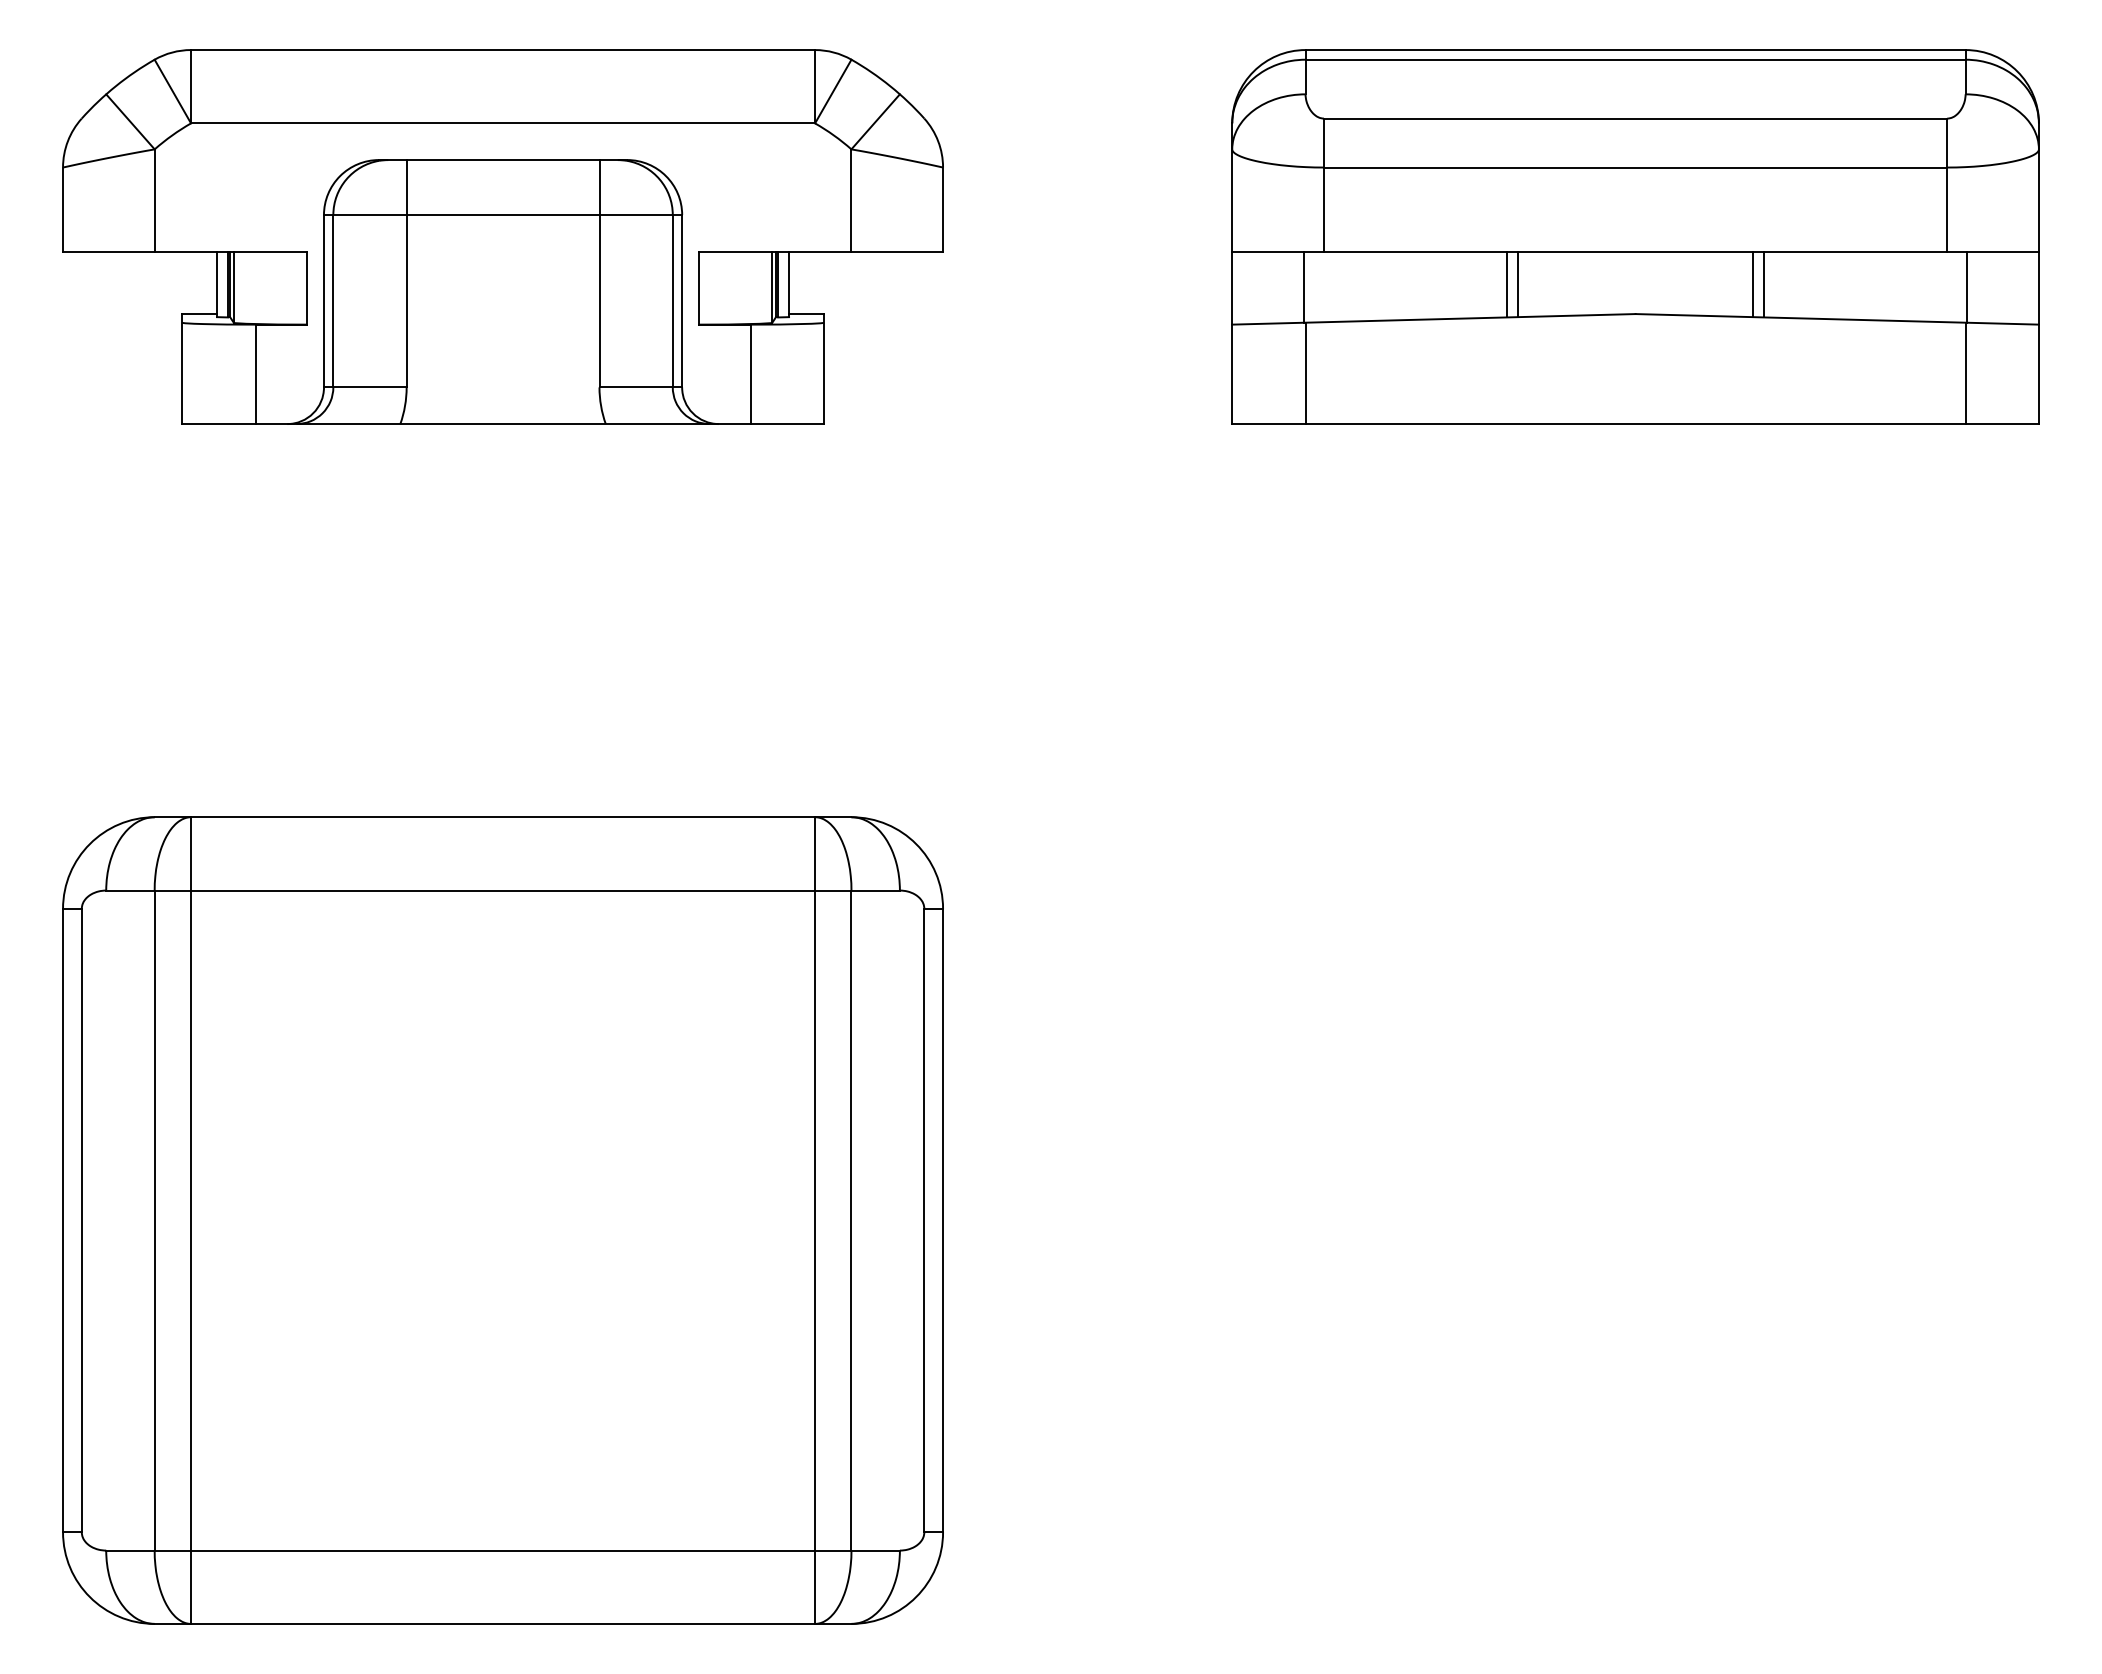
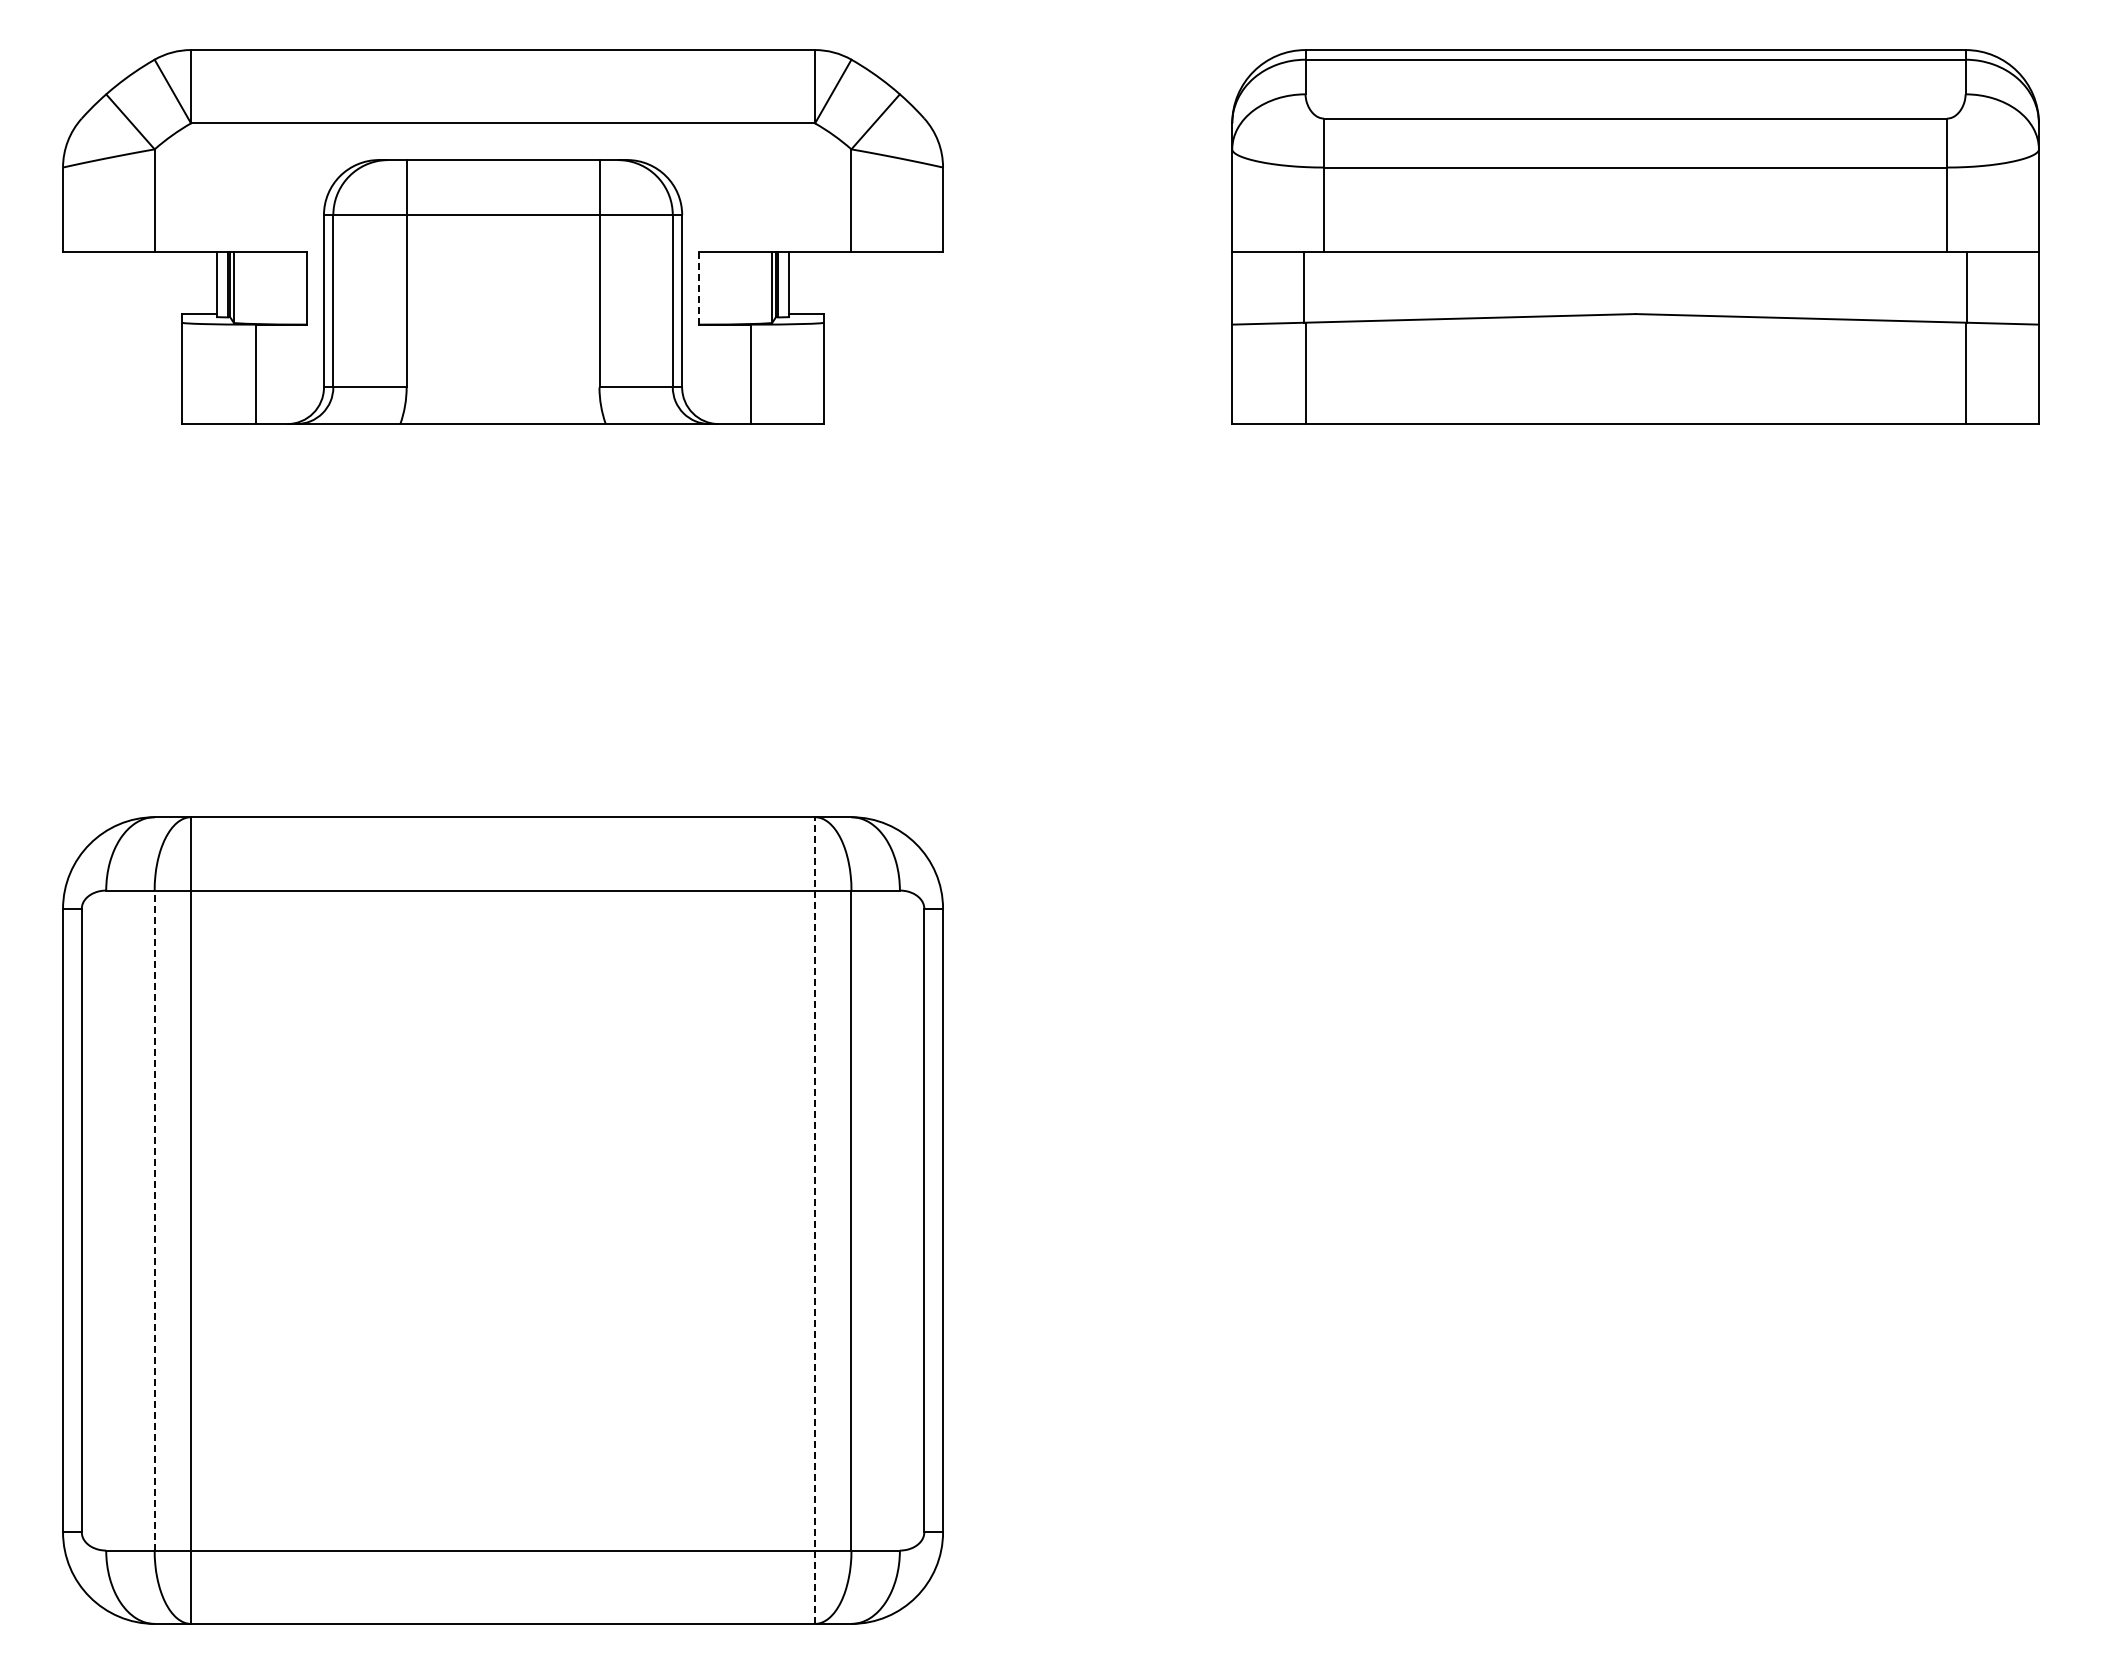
line at (1507, 284): present -> none
line at (1518, 284): present -> none
line at (1752, 284): present -> none
line at (1763, 284): present -> none
line at (698, 288): solid -> dashed
line at (154, 1220): solid -> dashed
line at (815, 1220): solid -> dashed
